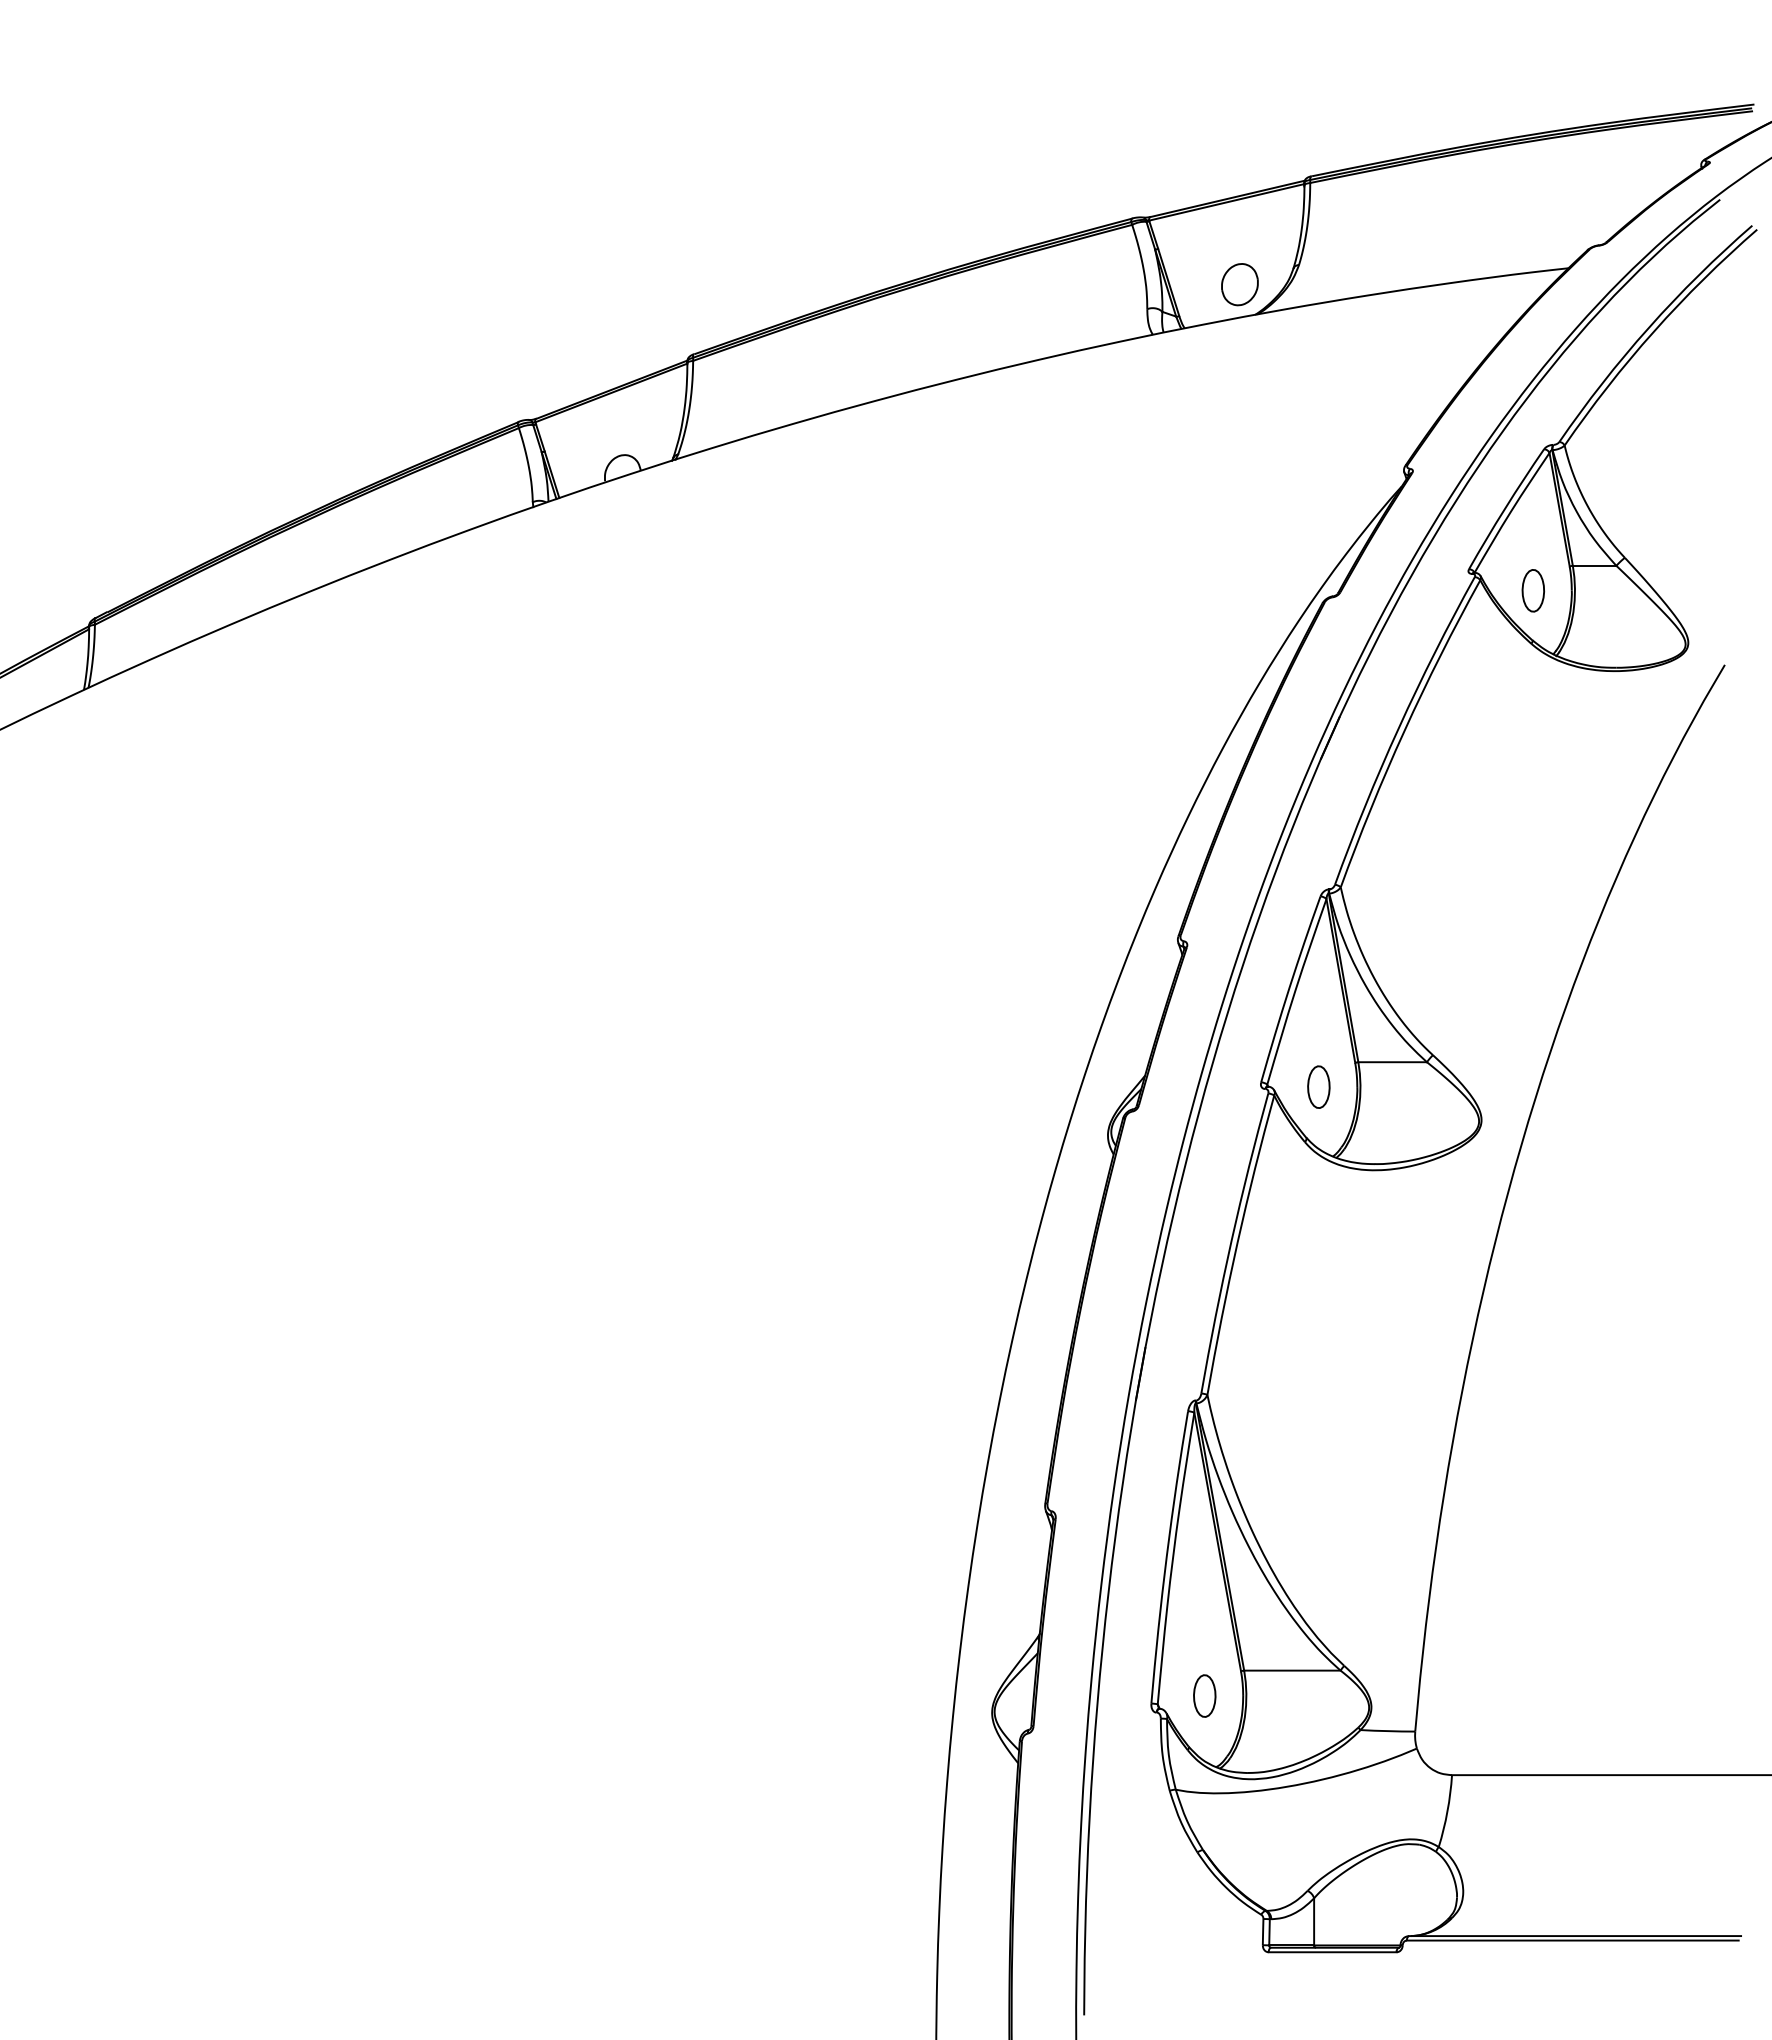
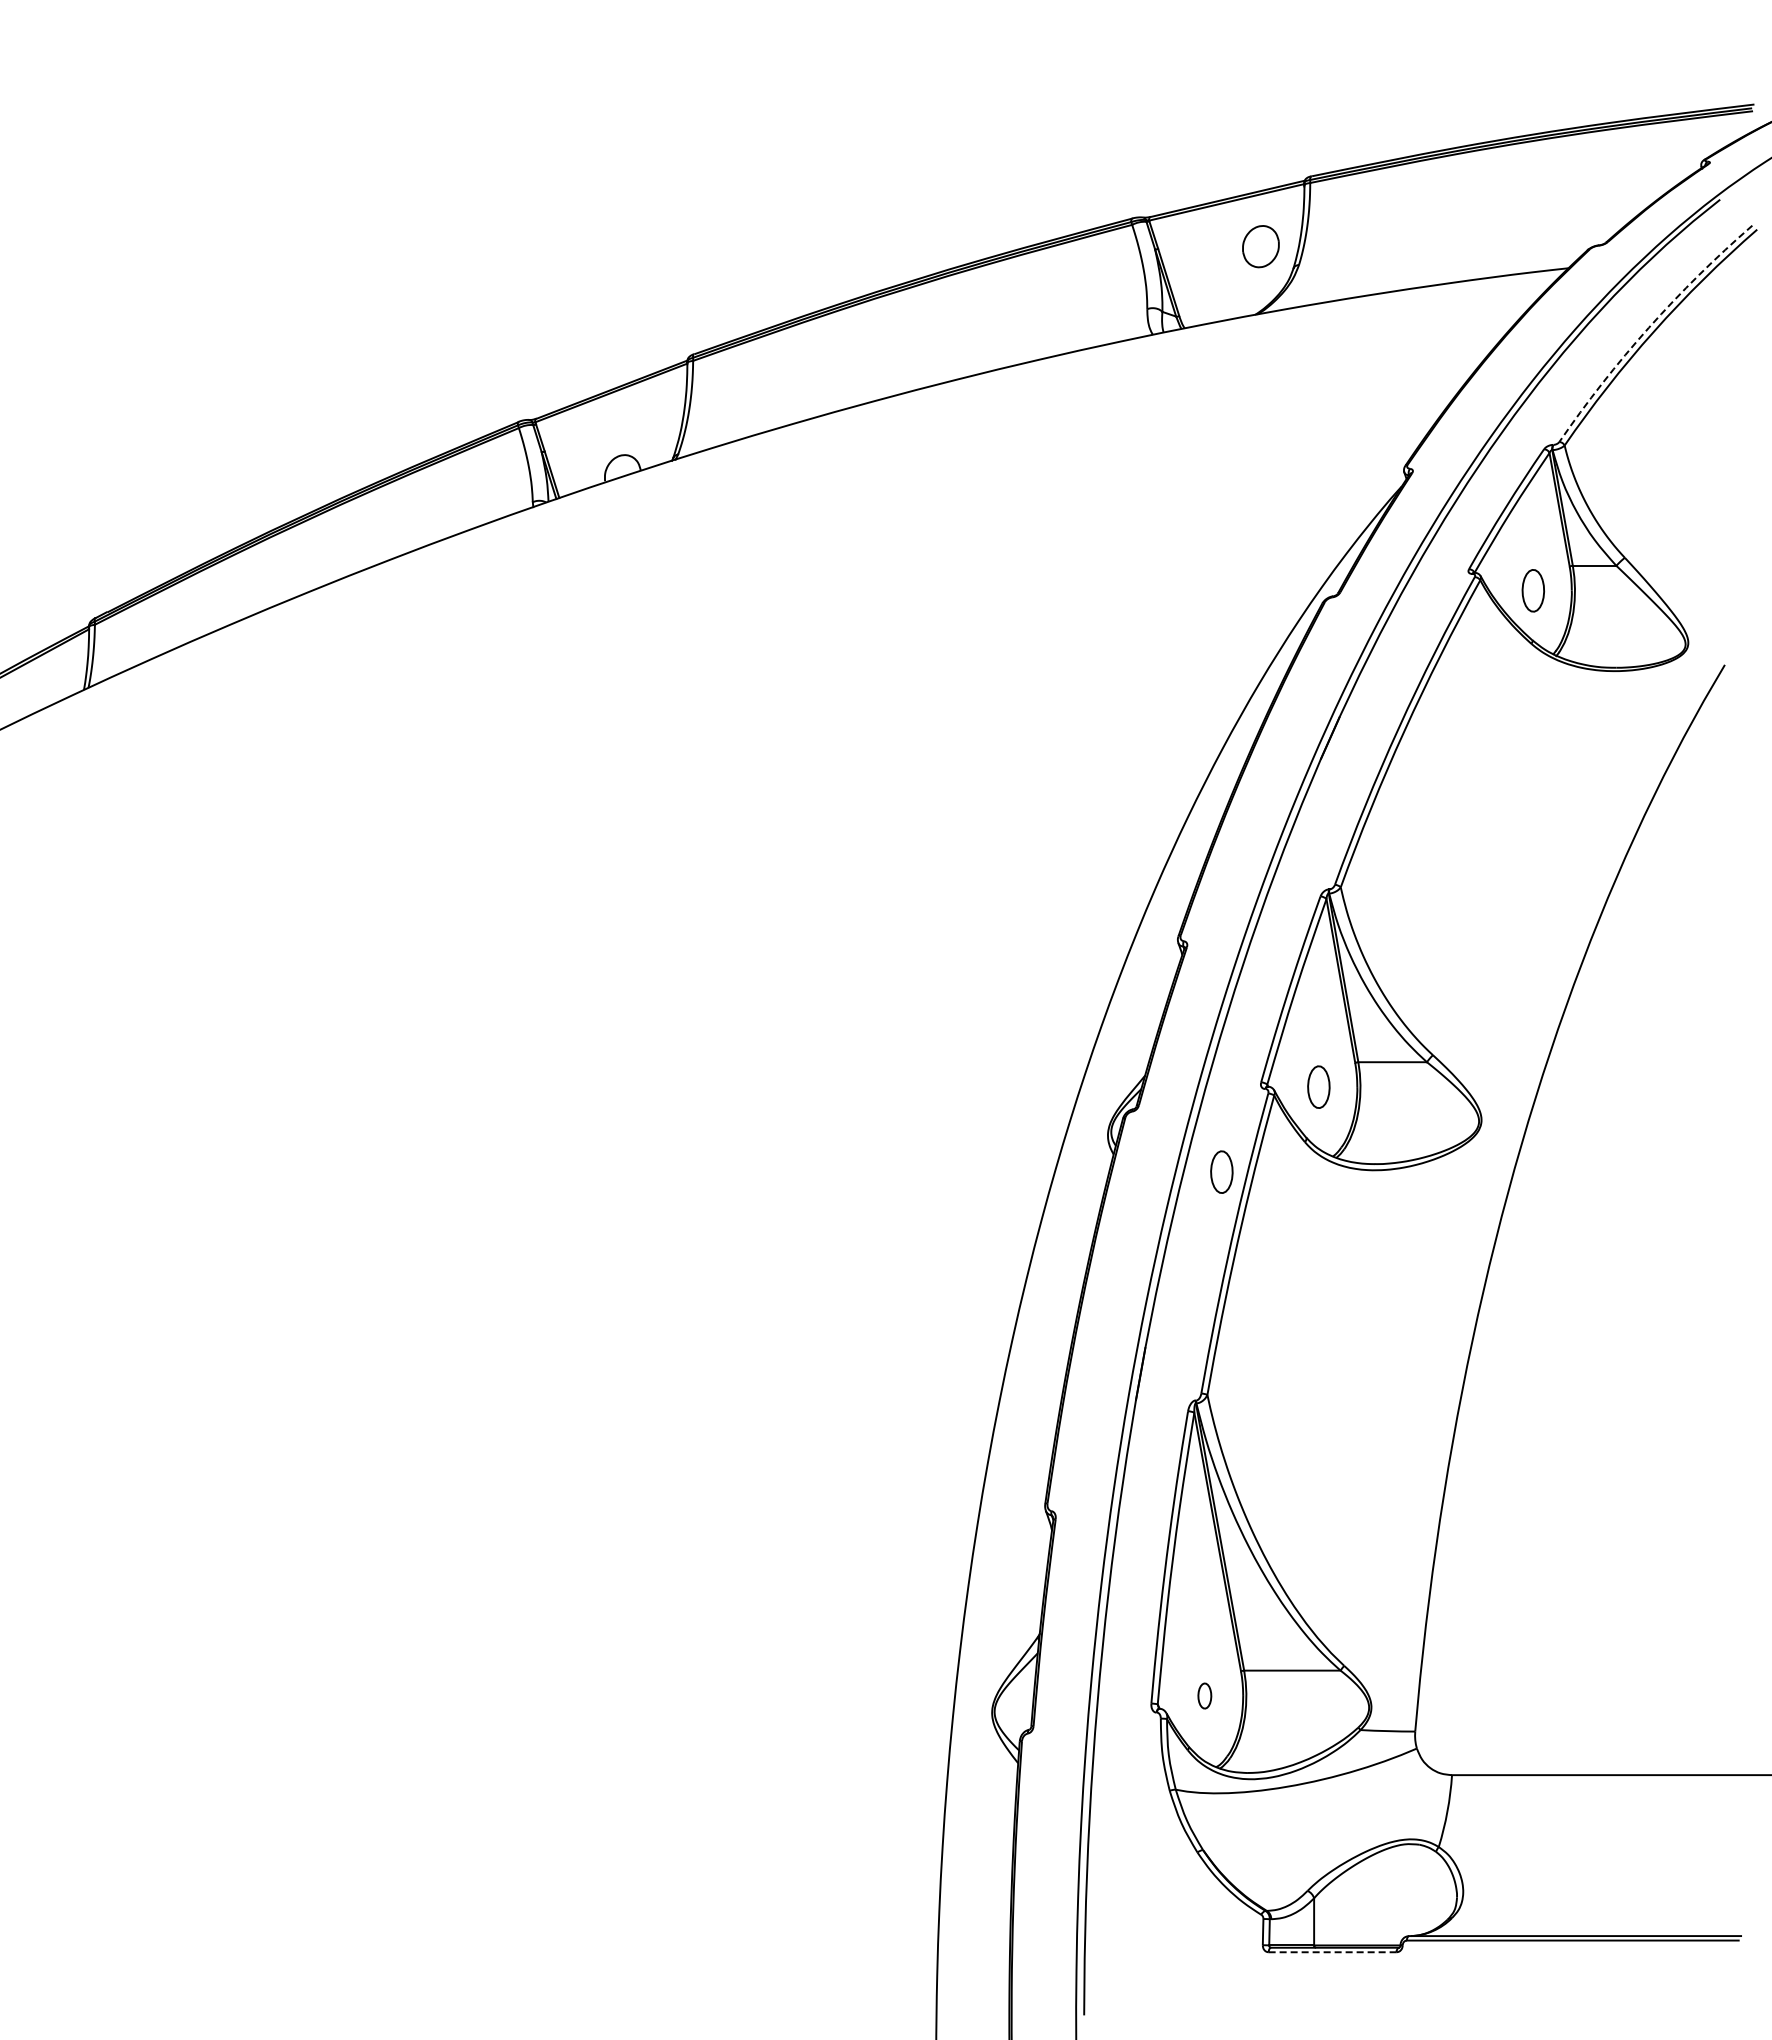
part at (1239, 284) position: (1239, 284) -> (1260, 246)
arc at (1648, 327): solid -> dashed
part at (1221, 1171): none -> present
part at (1204, 1695) size: 24x44 px -> 16x28 px
line at (1332, 1952): solid -> dashed
